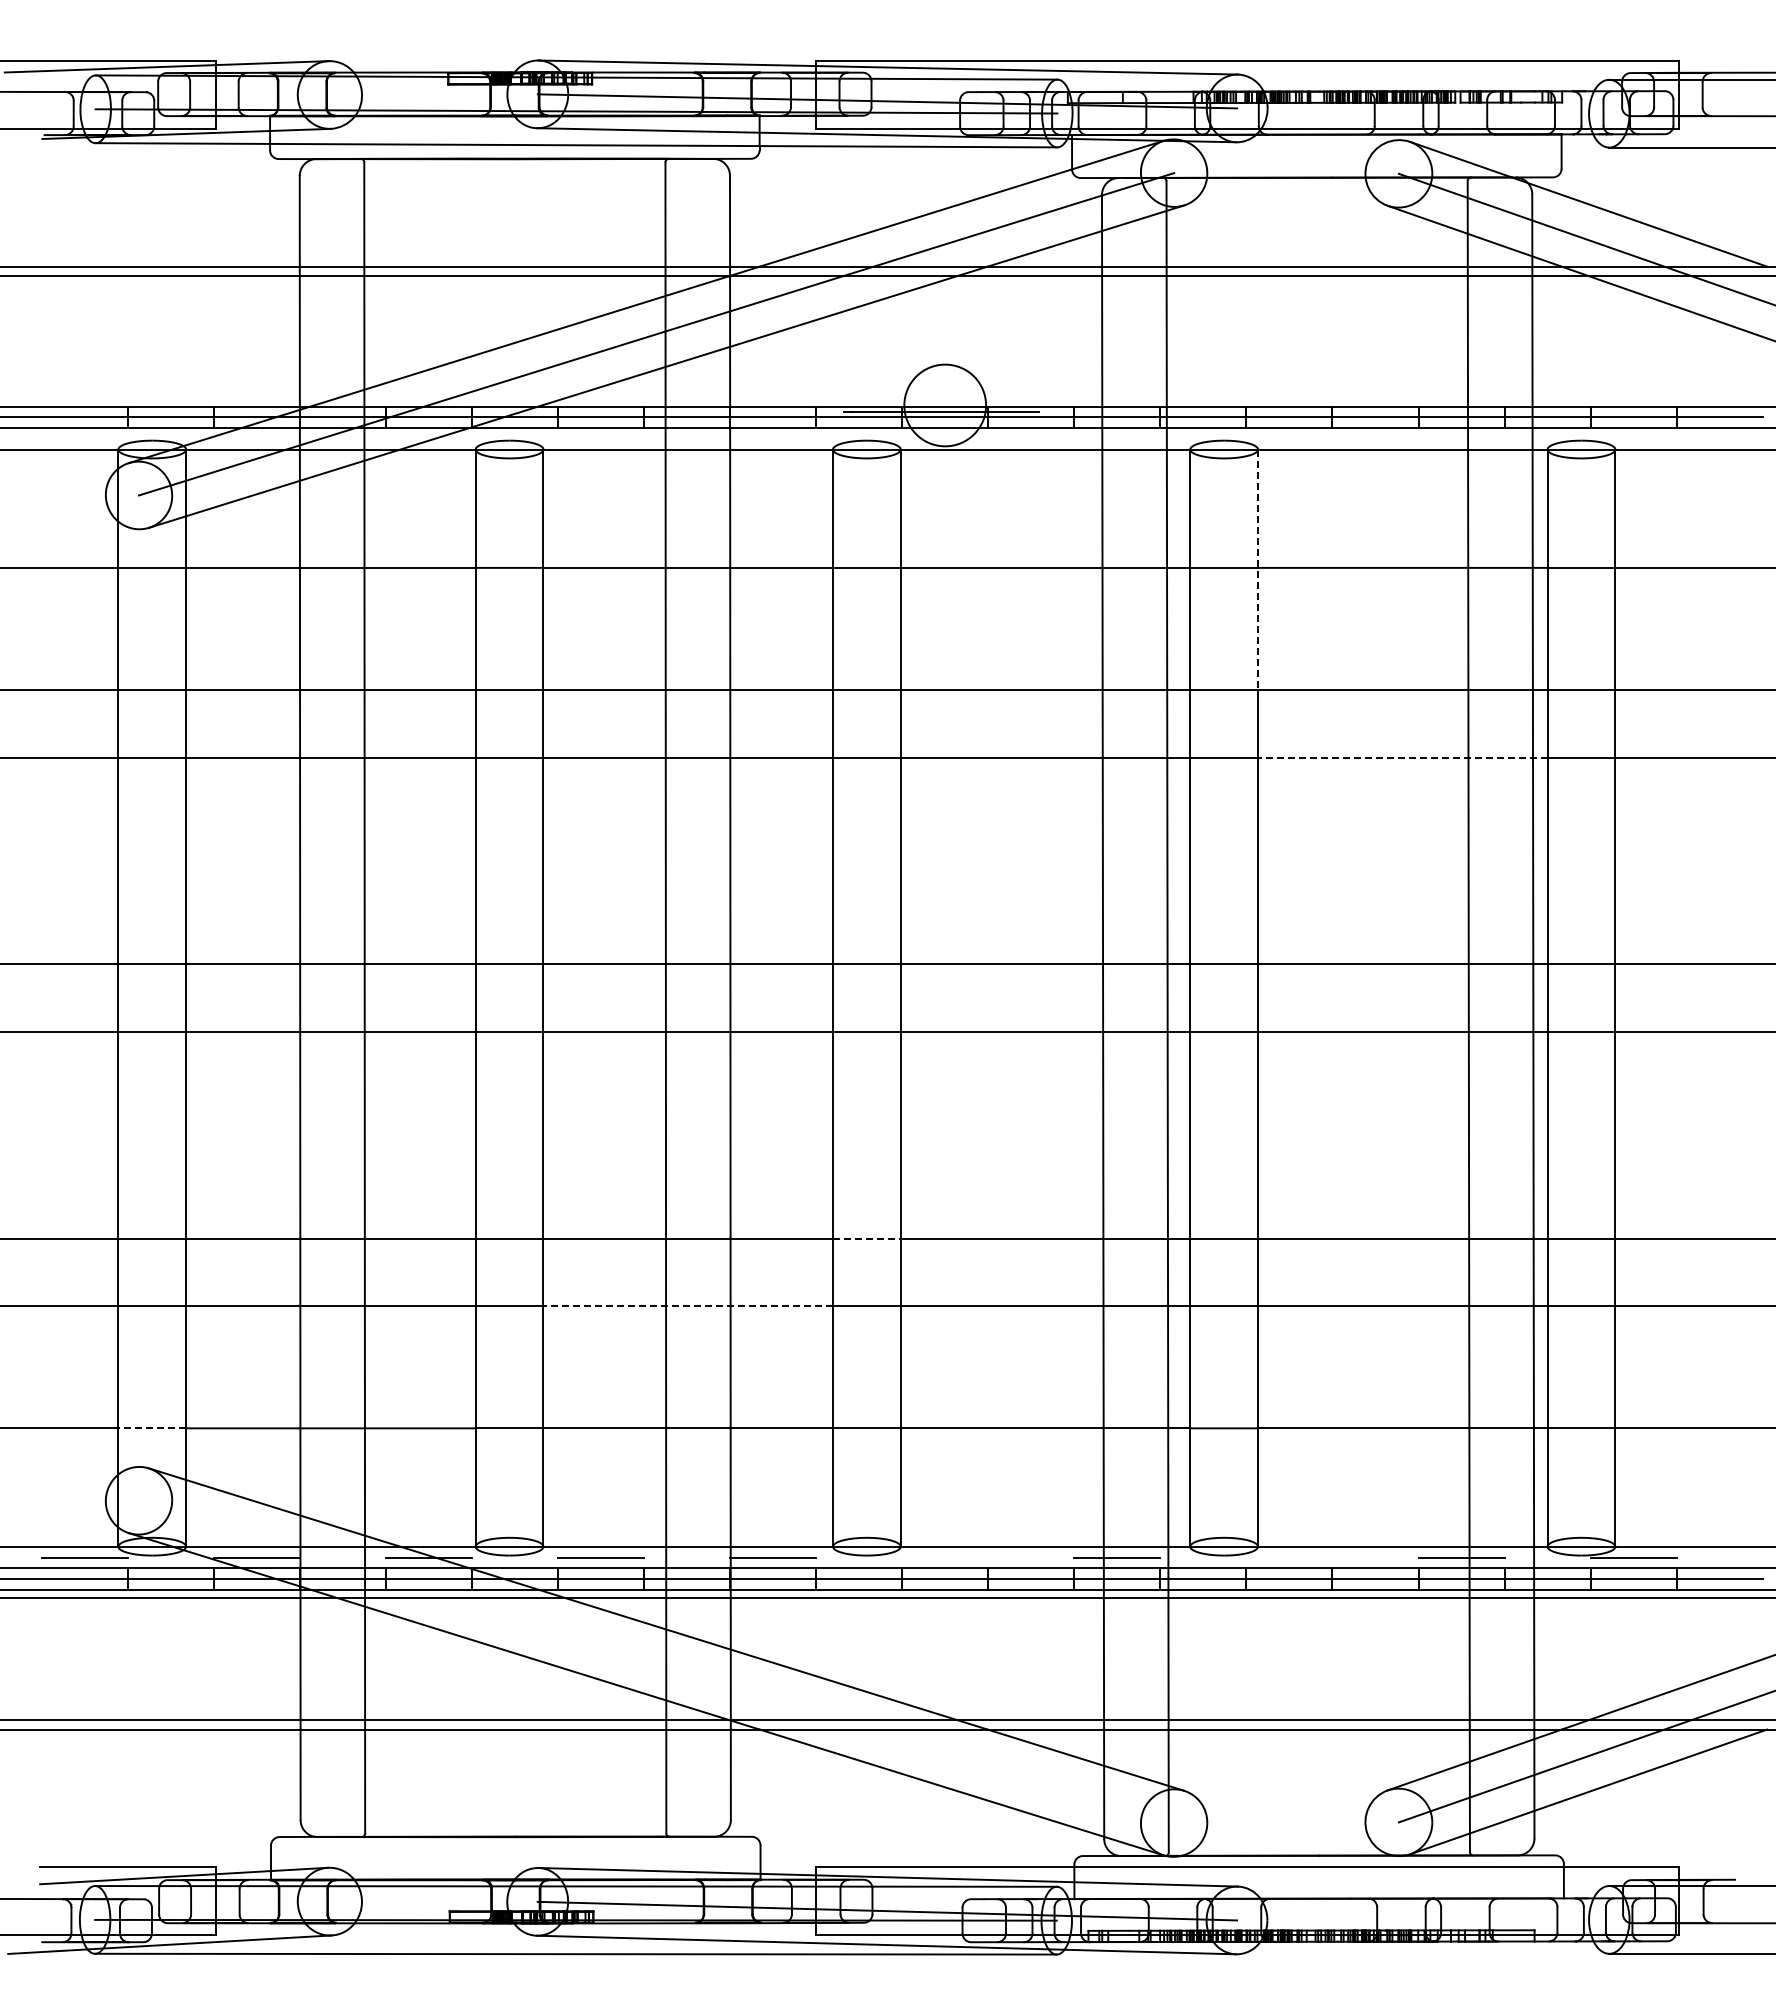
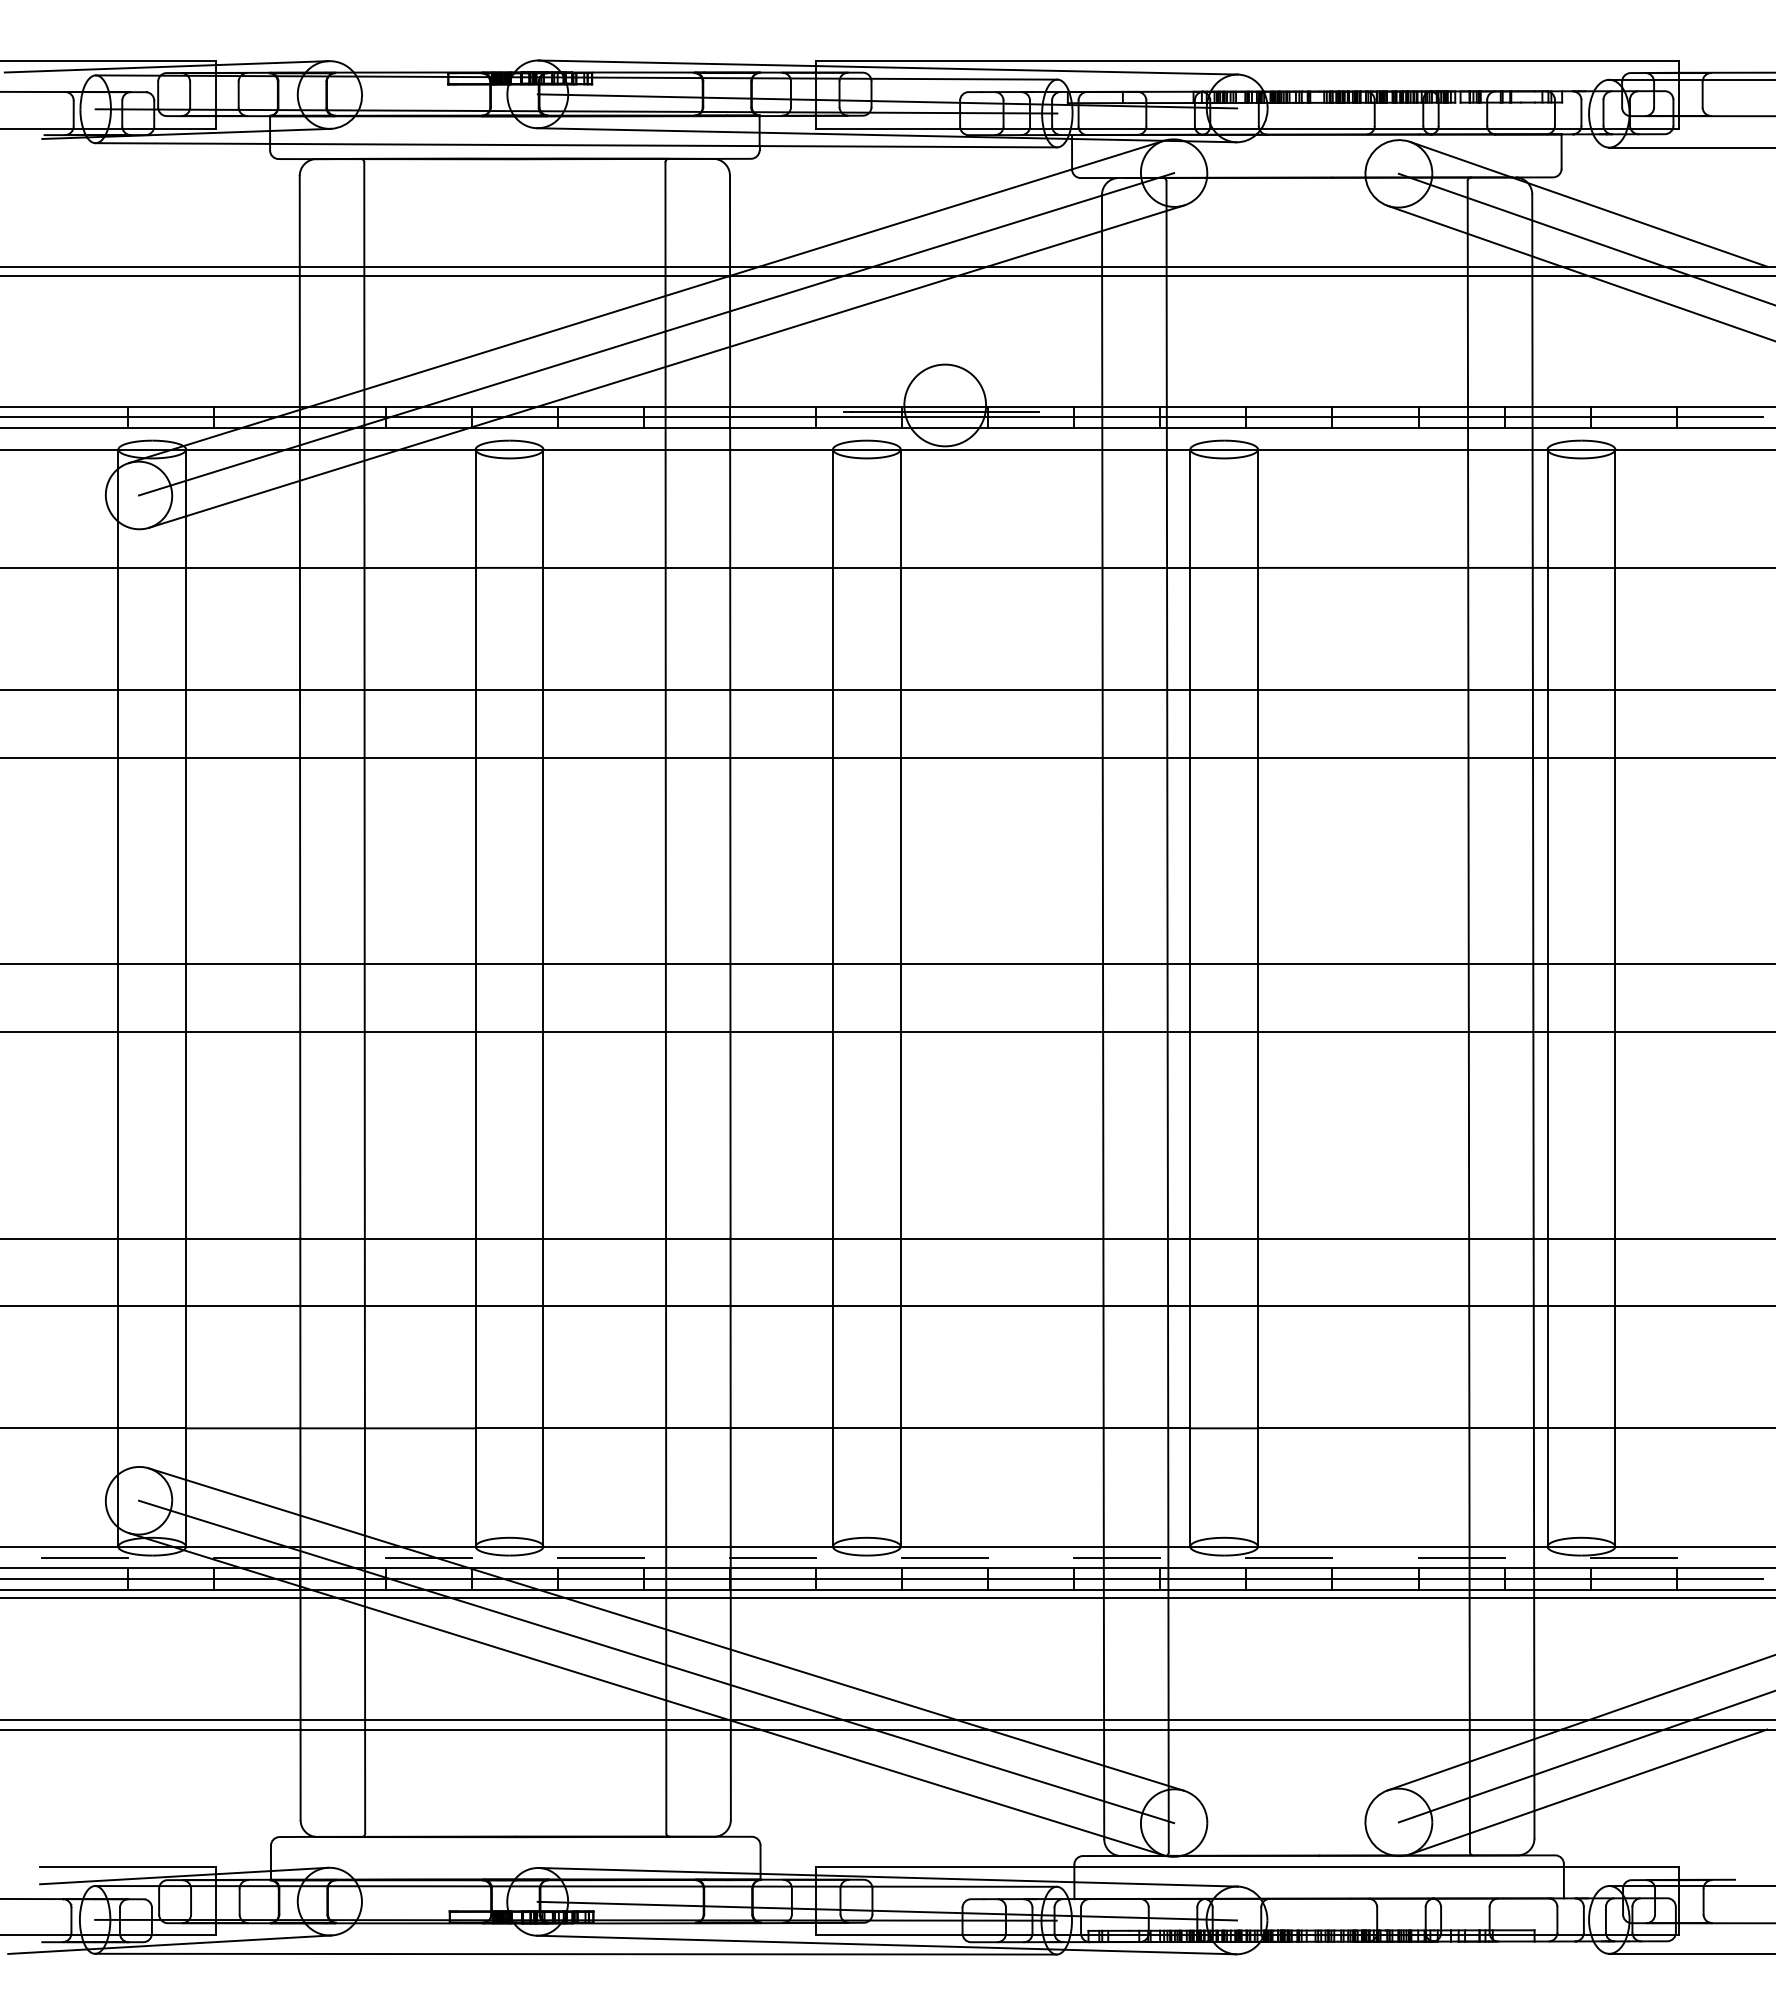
line at (1258, 570): dashed -> solid
line at (1402, 757): dashed -> solid
line at (866, 1238): dashed -> solid
line at (688, 1306): dashed -> solid
line at (152, 1428): dashed -> solid
line at (944, 1557): none -> present
line at (1289, 1557): none -> present
line at (656, 1661): none -> present
